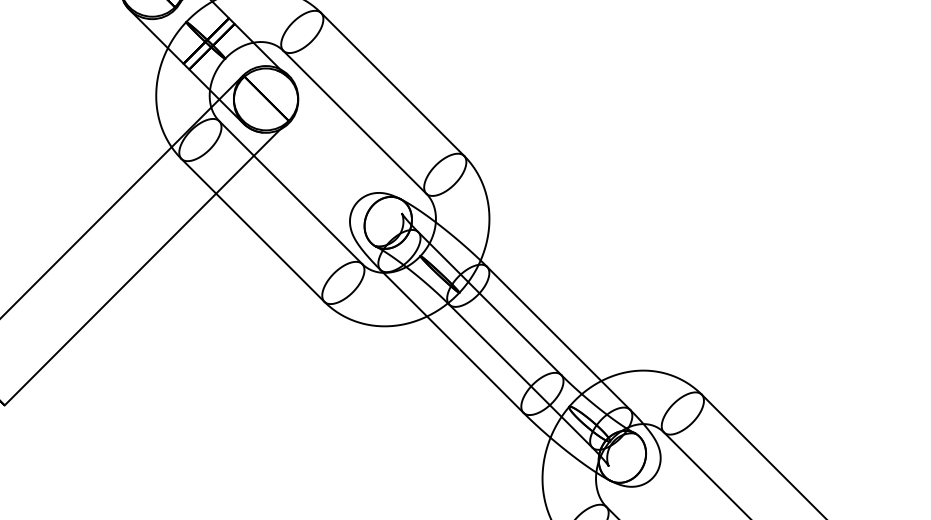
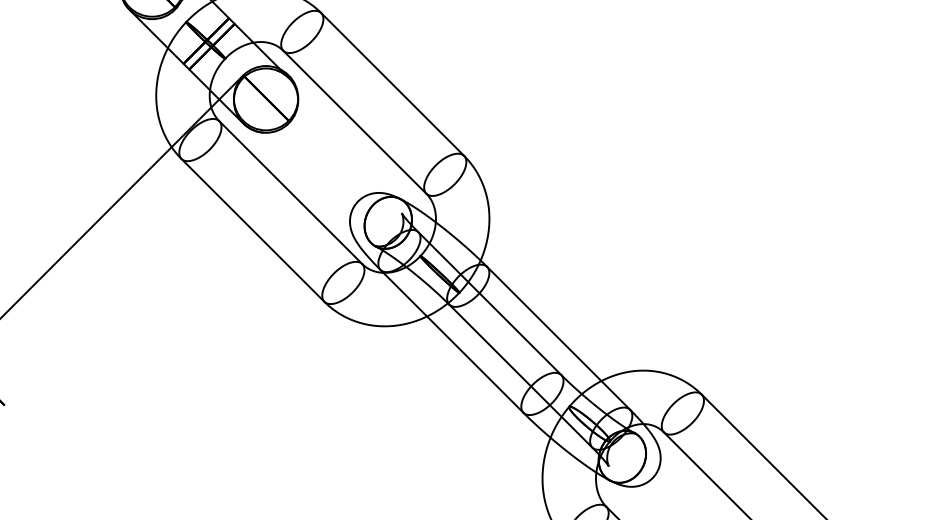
line at (146, 262): present -> none
